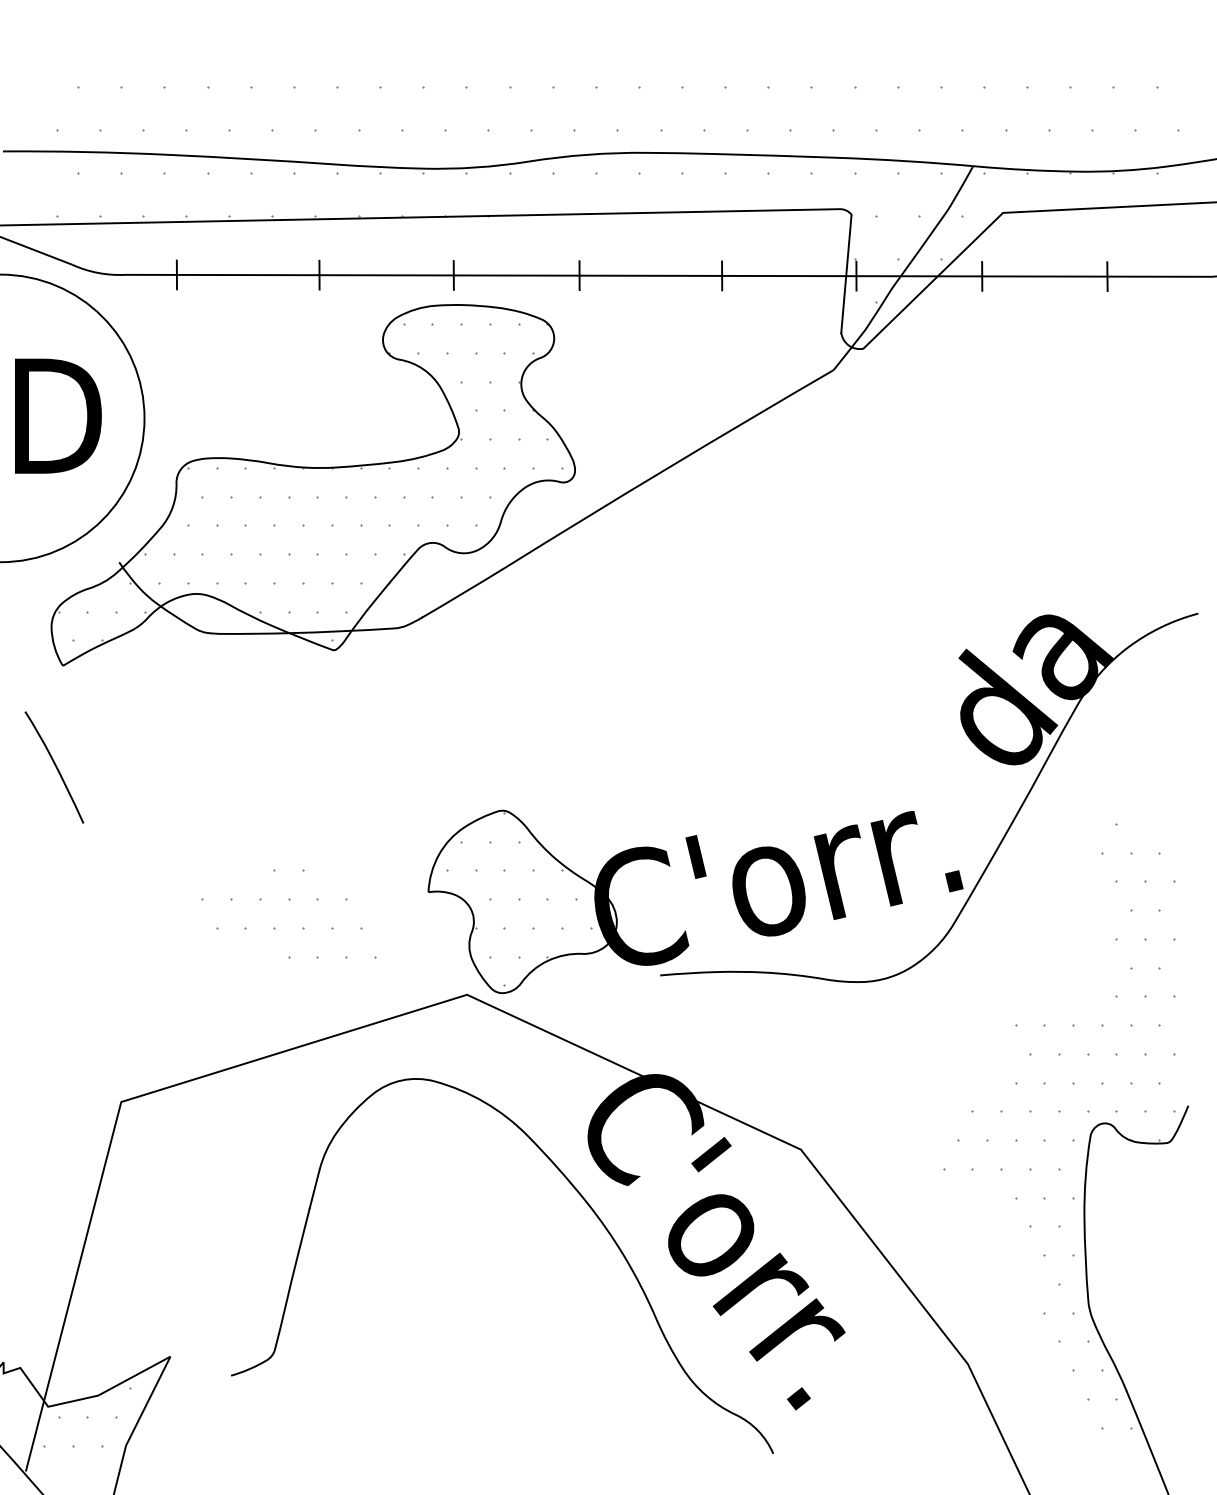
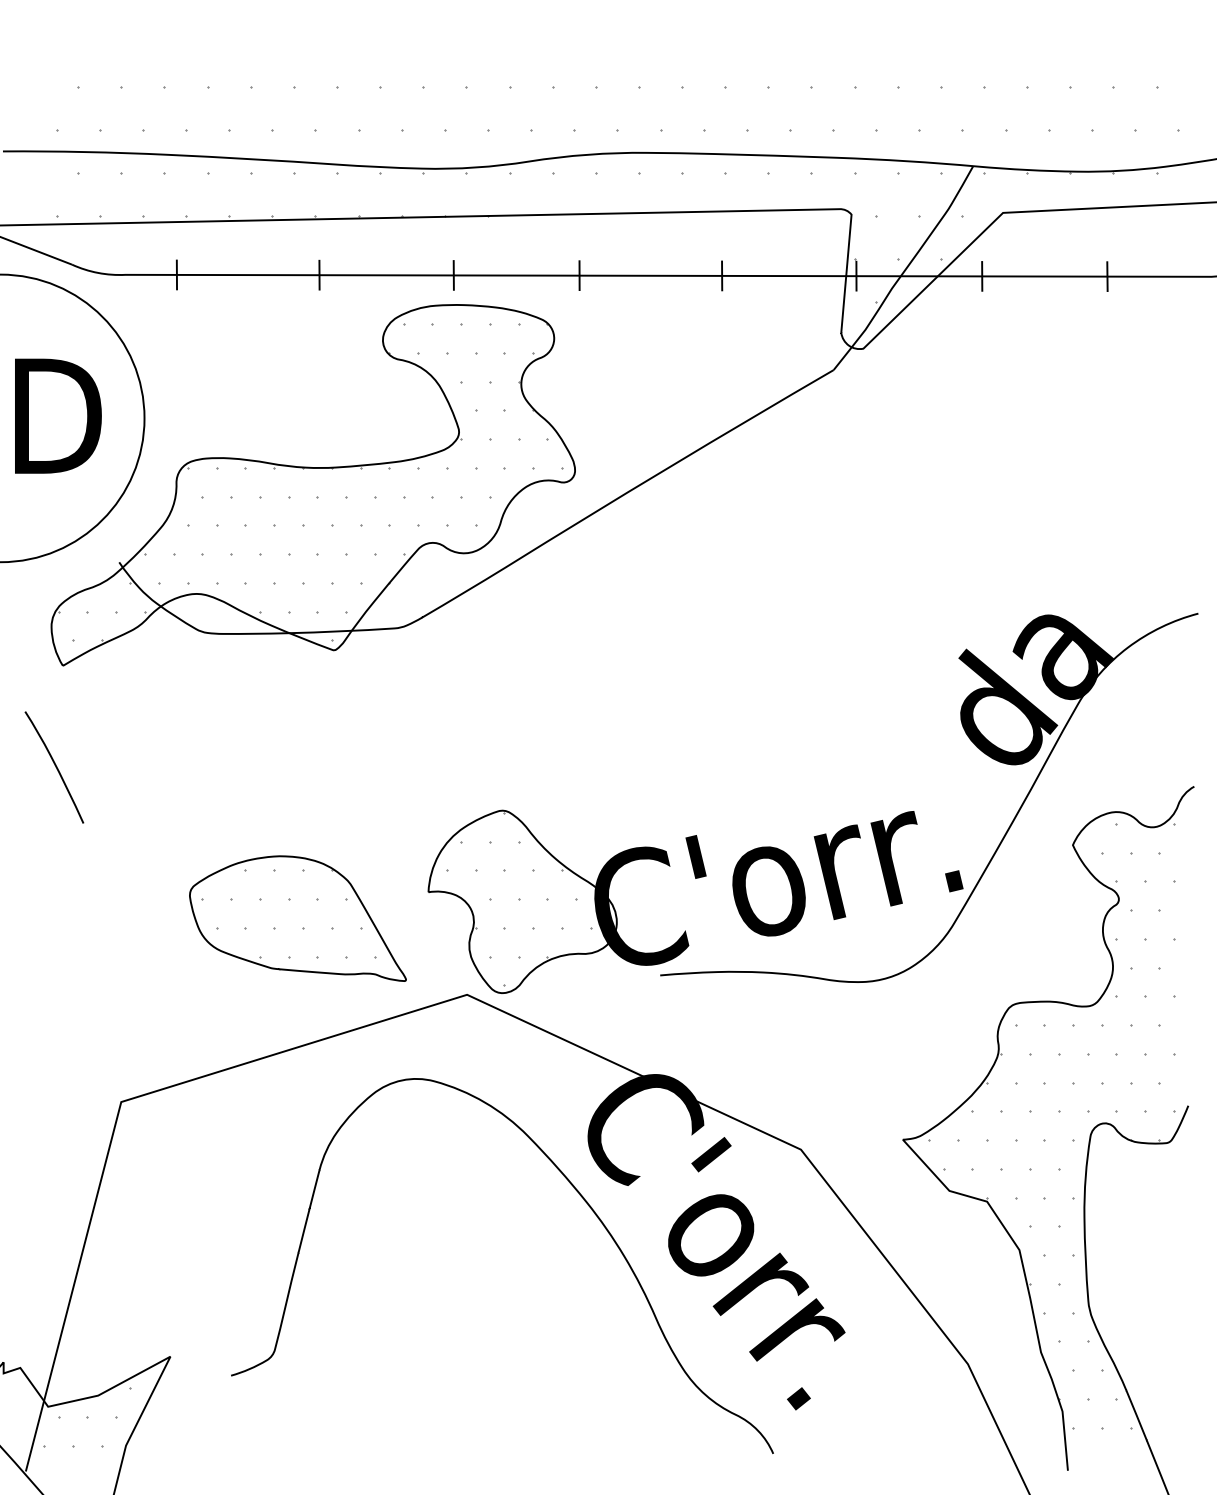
part at (297, 918): none -> present
part at (988, 1083): none -> present
